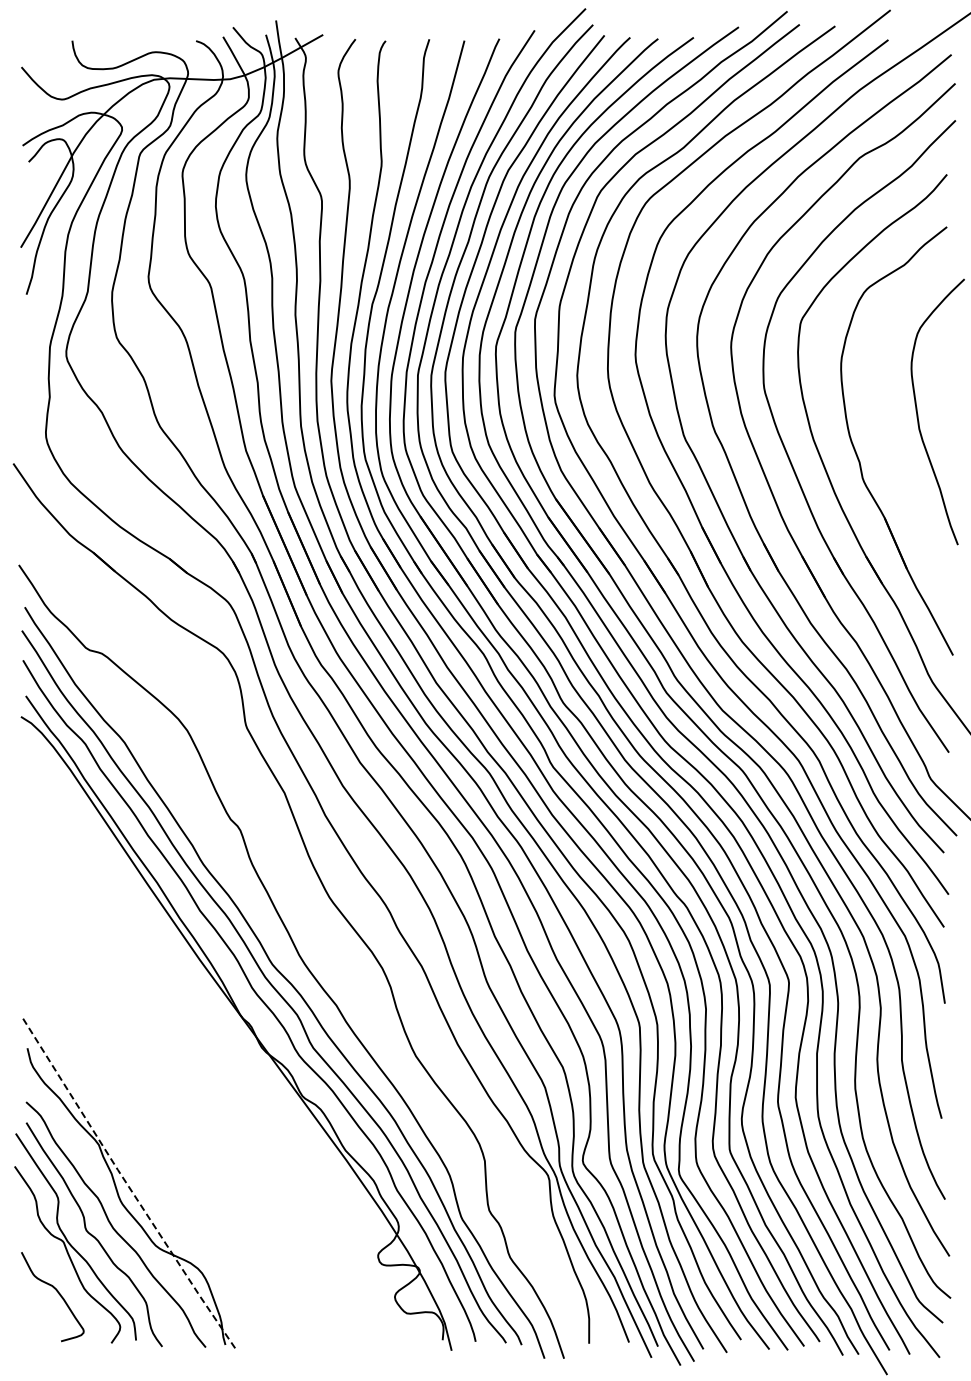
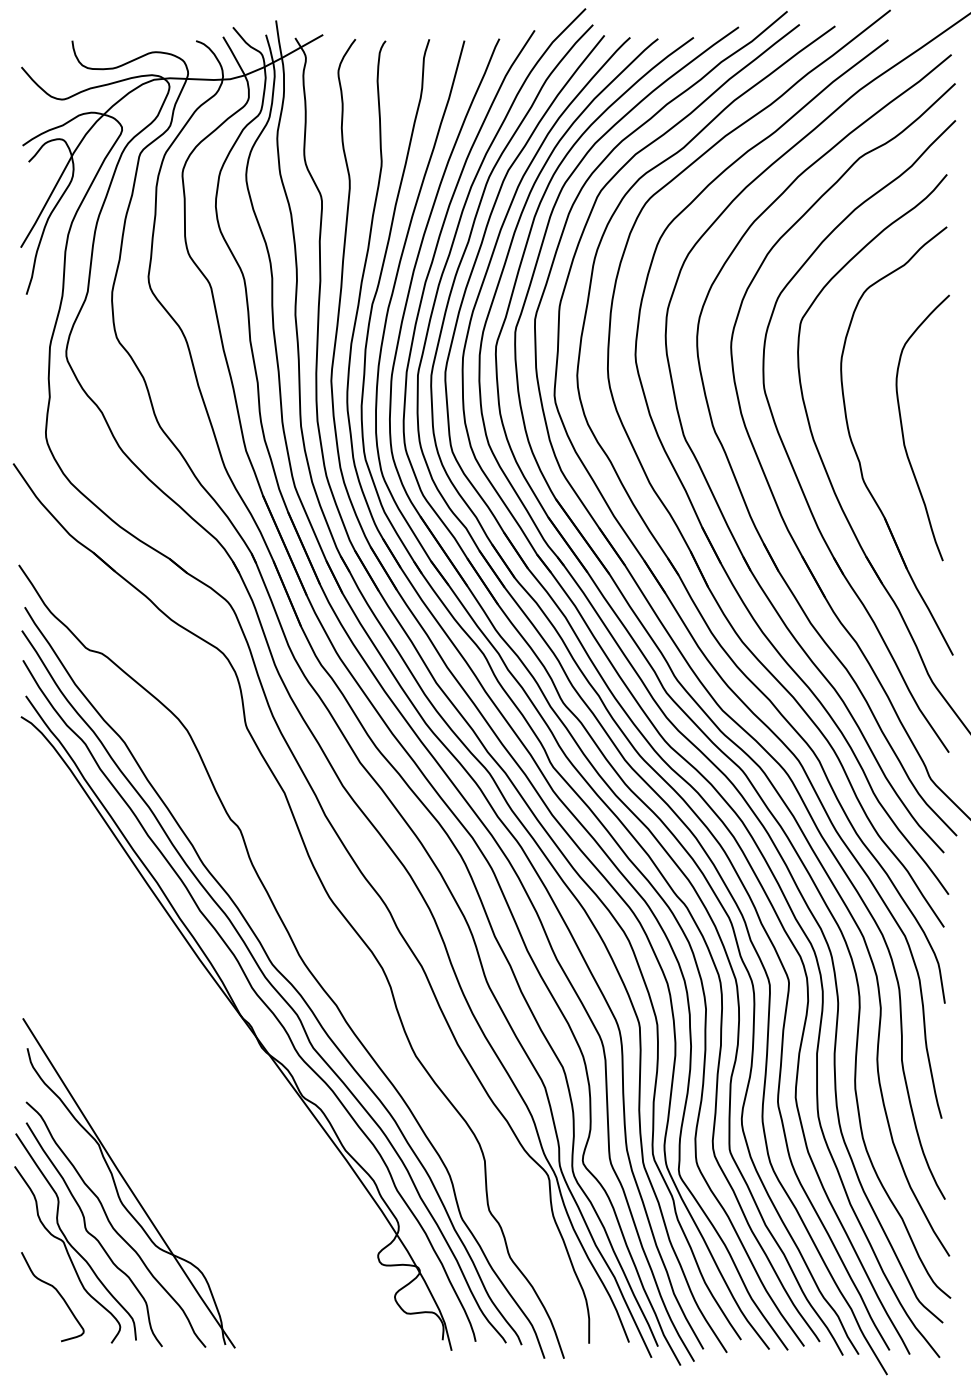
curve at (918, 414) position: (918, 414) -> (903, 430)
line at (127, 1184): dashed -> solid
